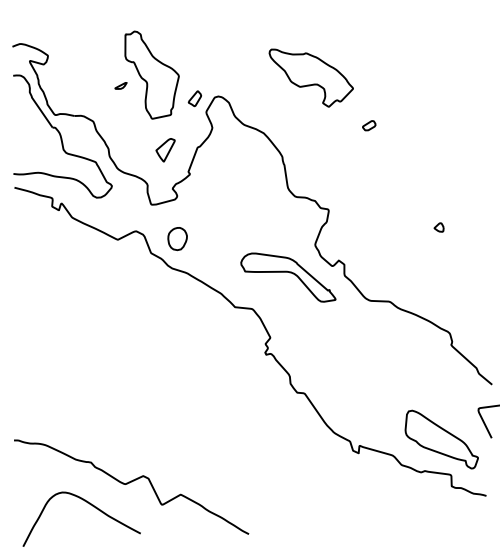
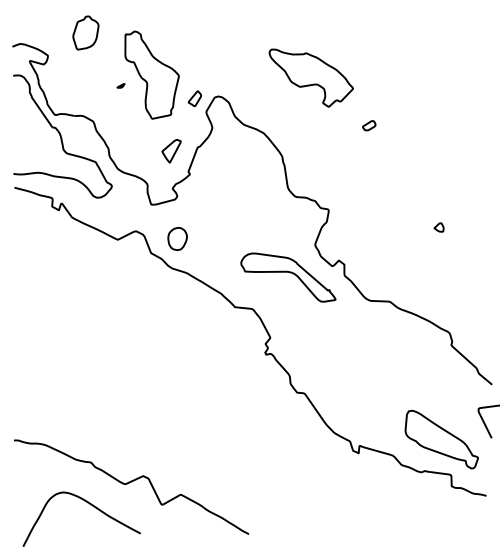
part at (85, 32): none -> present
part at (120, 85) size: 14x8 px -> 10x6 px
part at (165, 150) position: (165, 150) -> (171, 151)
